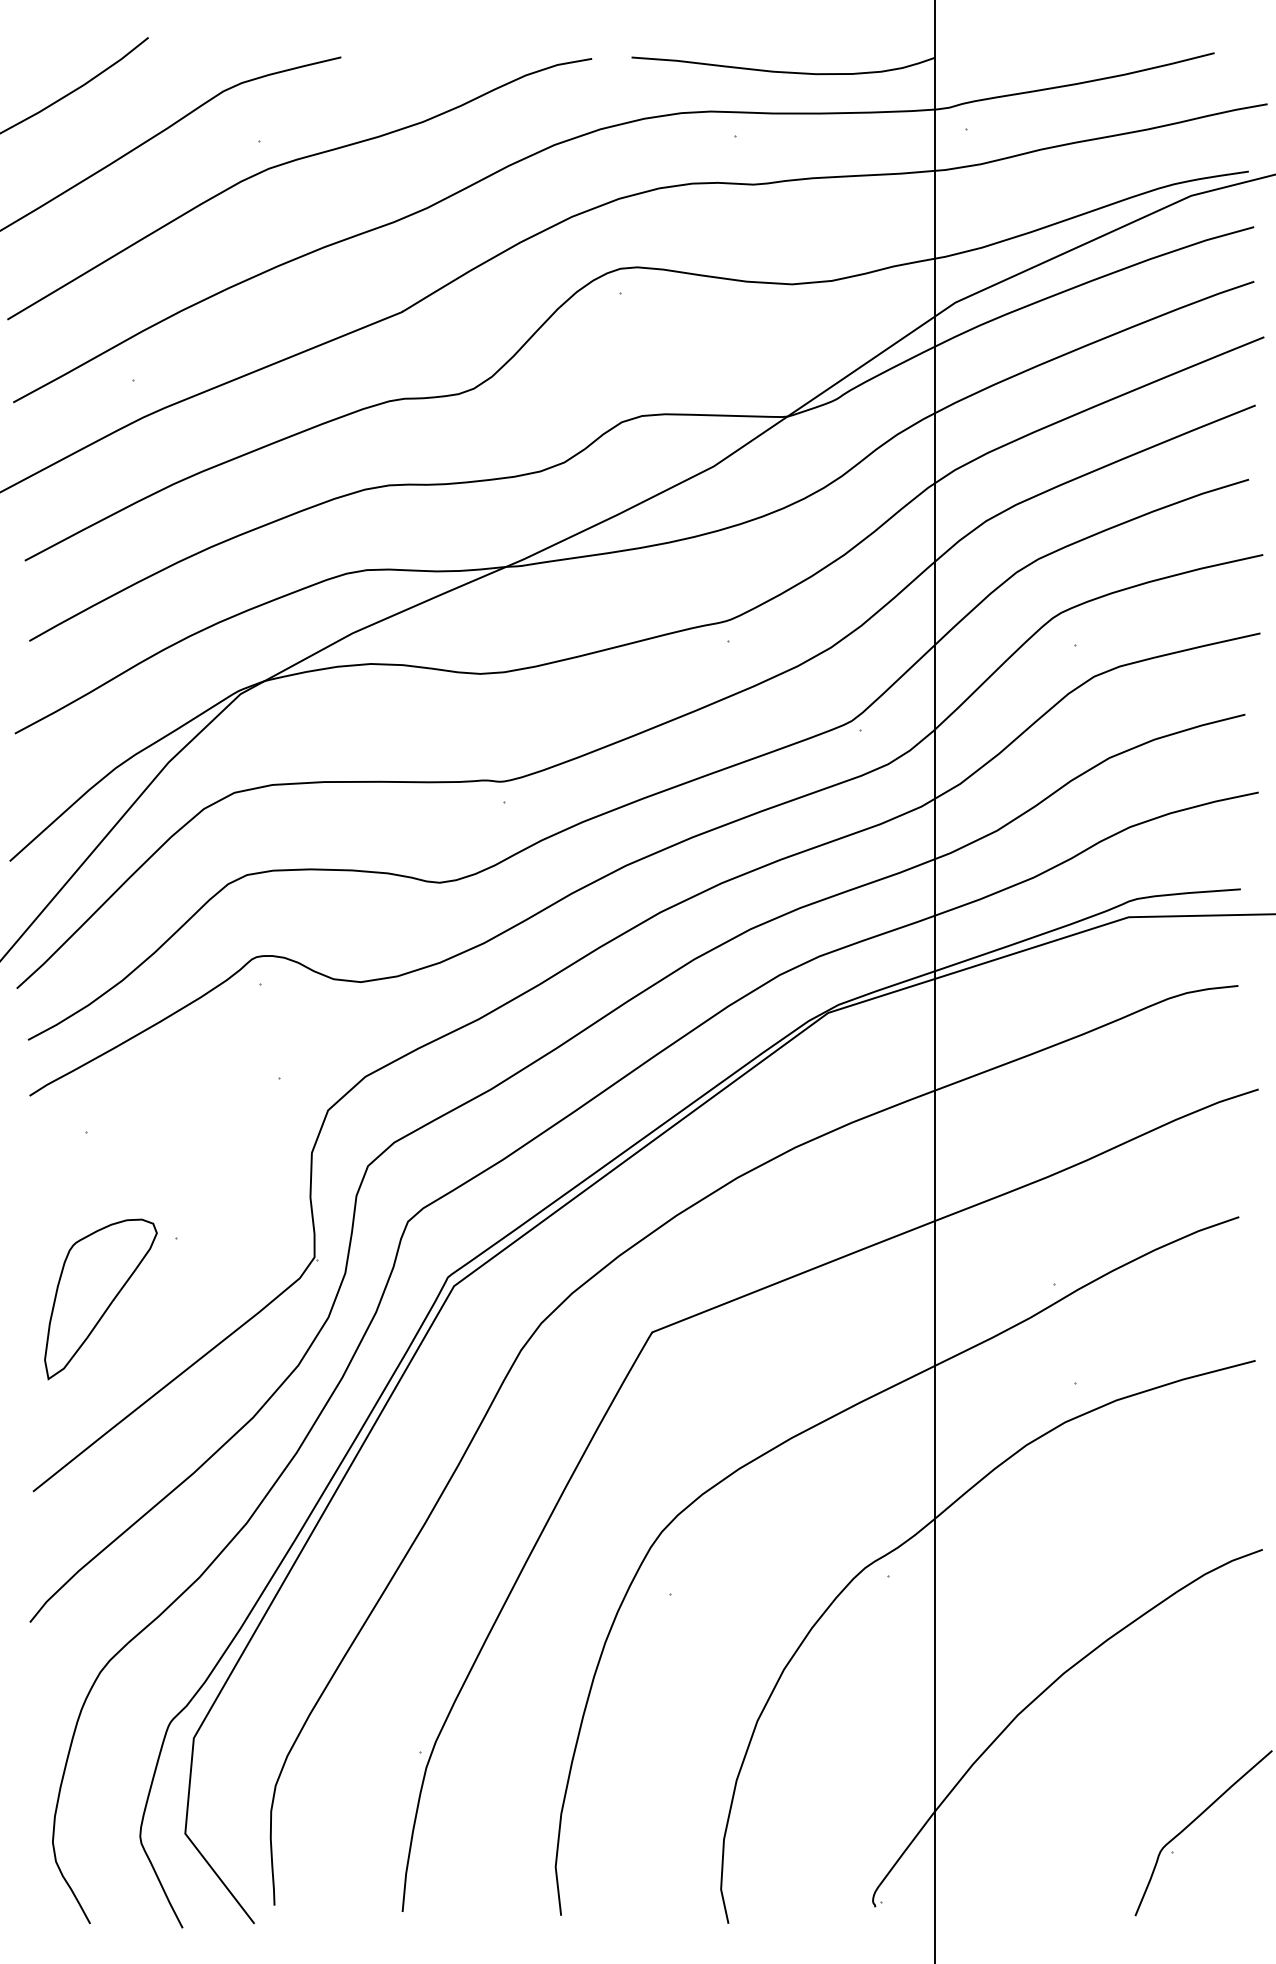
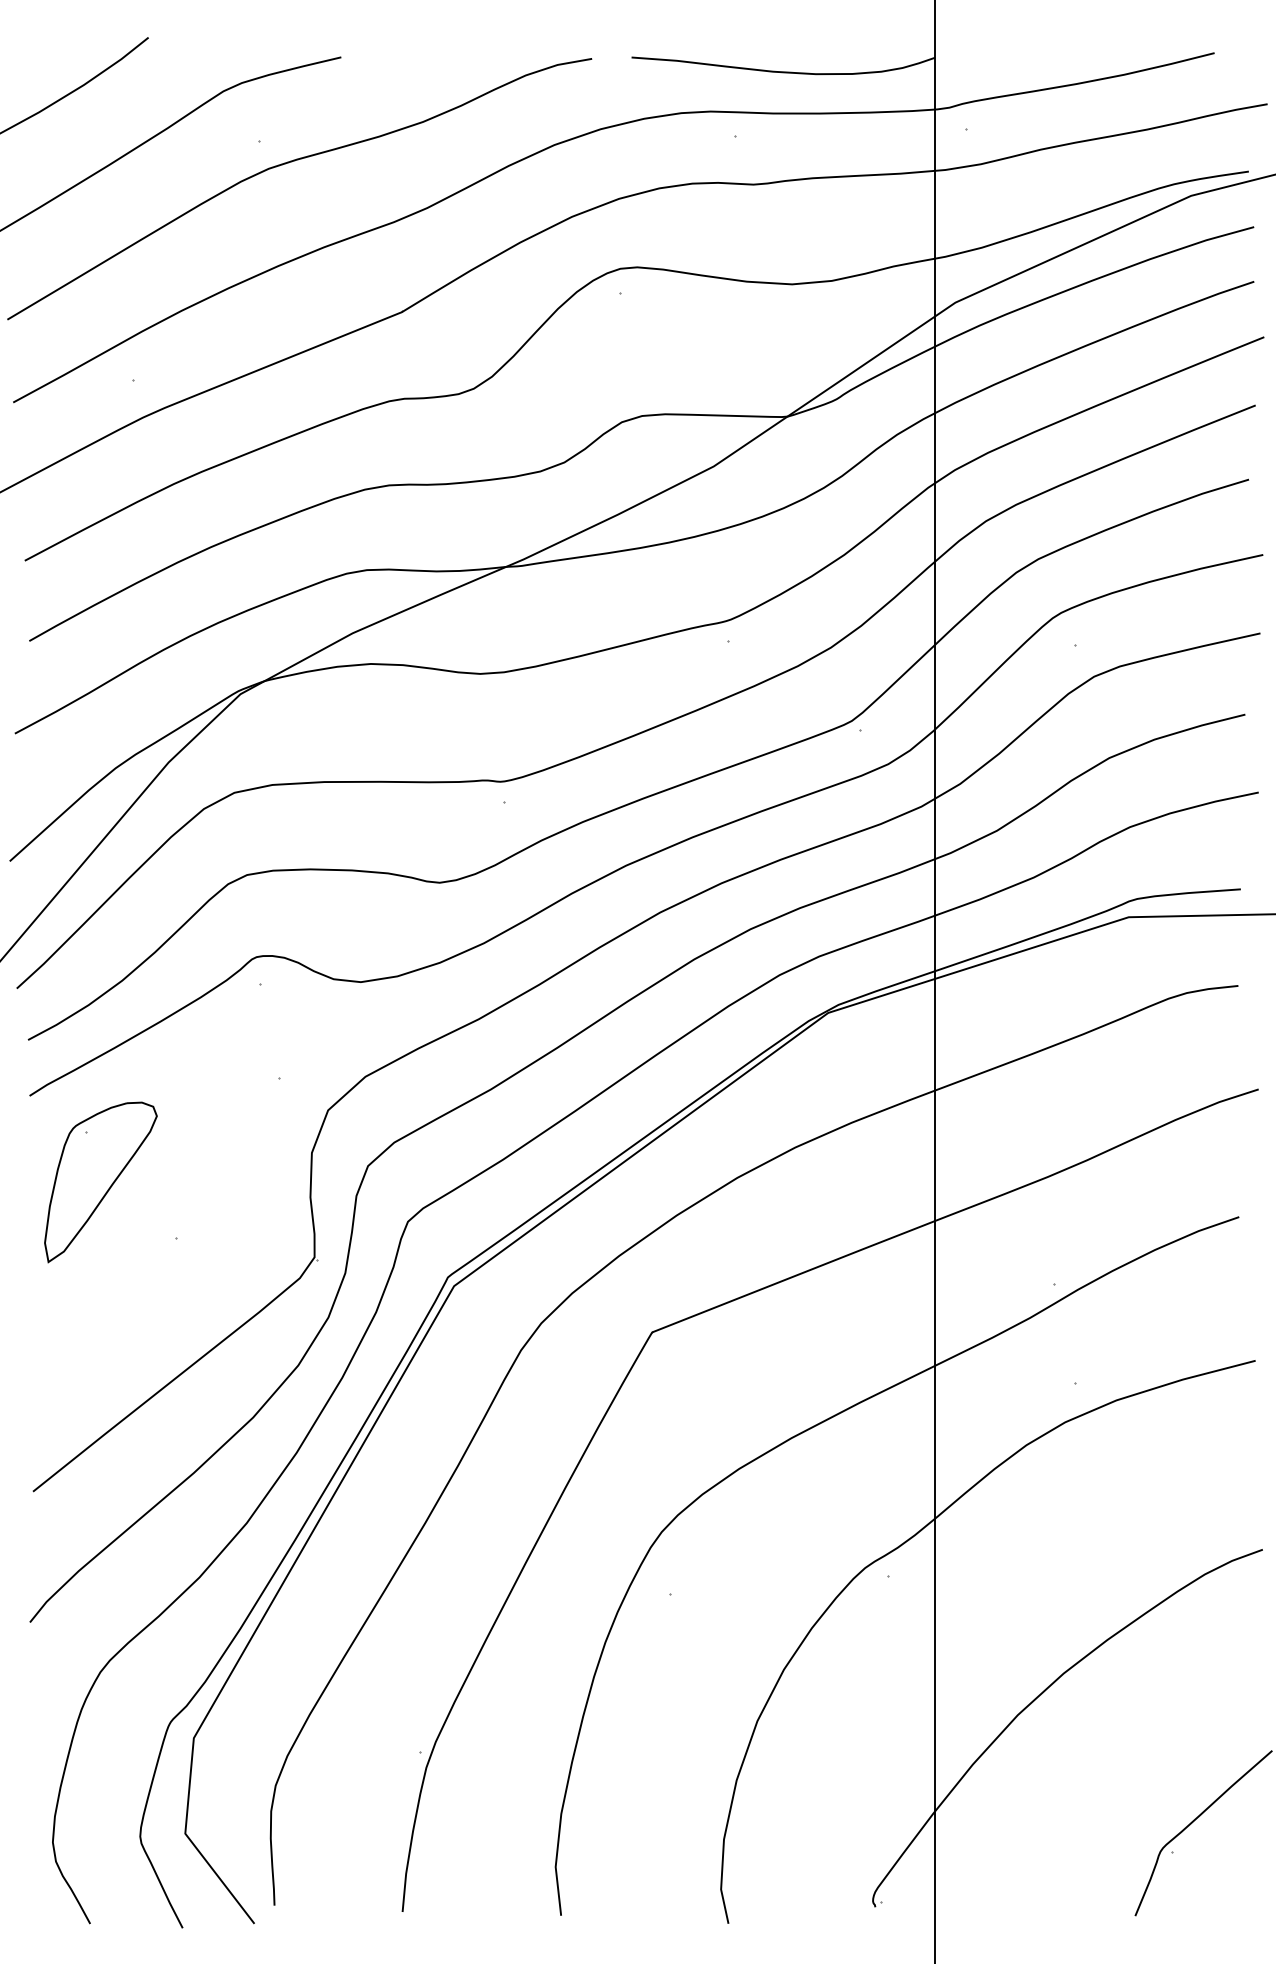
part at (100, 1299) position: (100, 1299) -> (100, 1182)
